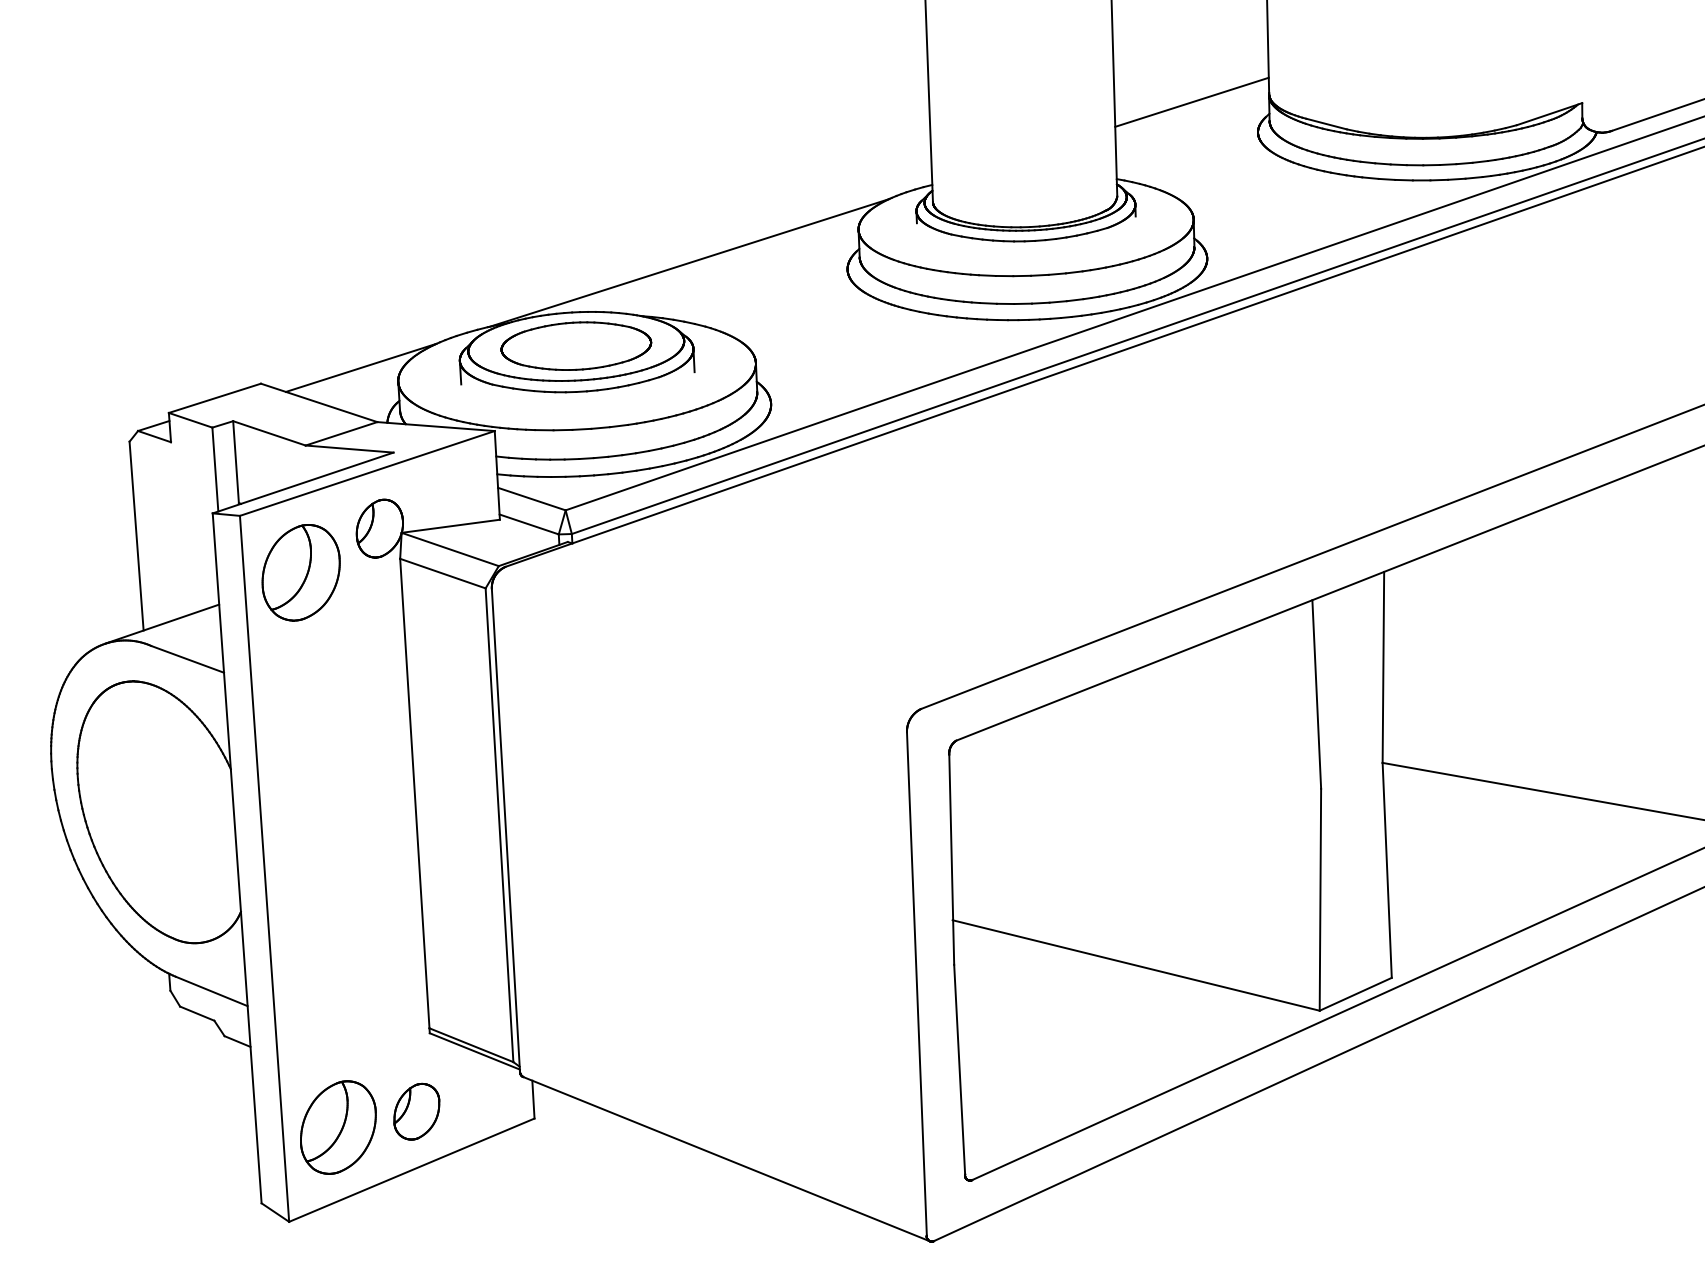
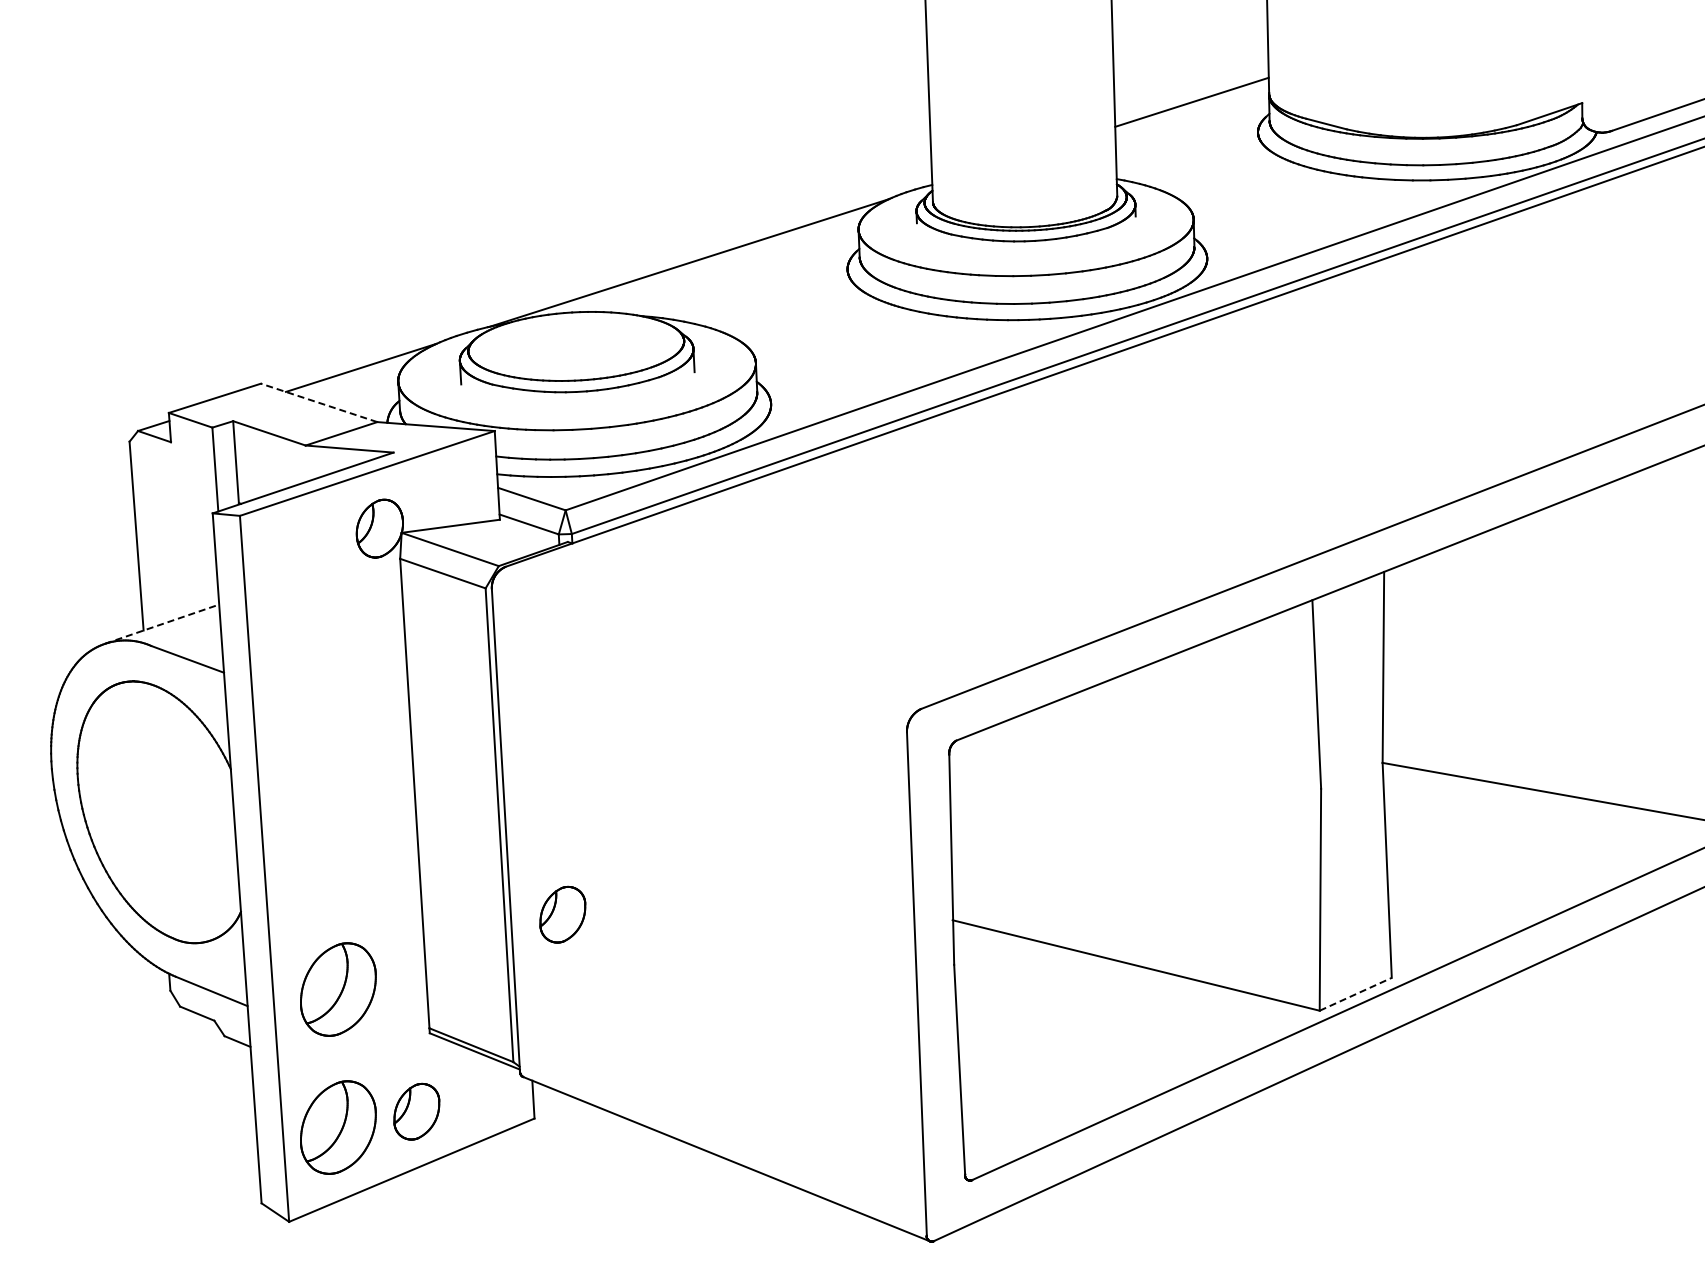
part at (576, 345): present -> none
line at (318, 402): solid -> dashed
part at (300, 572): present -> none
line at (162, 624): solid -> dashed
part at (562, 914): none -> present
part at (338, 989): none -> present
line at (1355, 994): solid -> dashed
